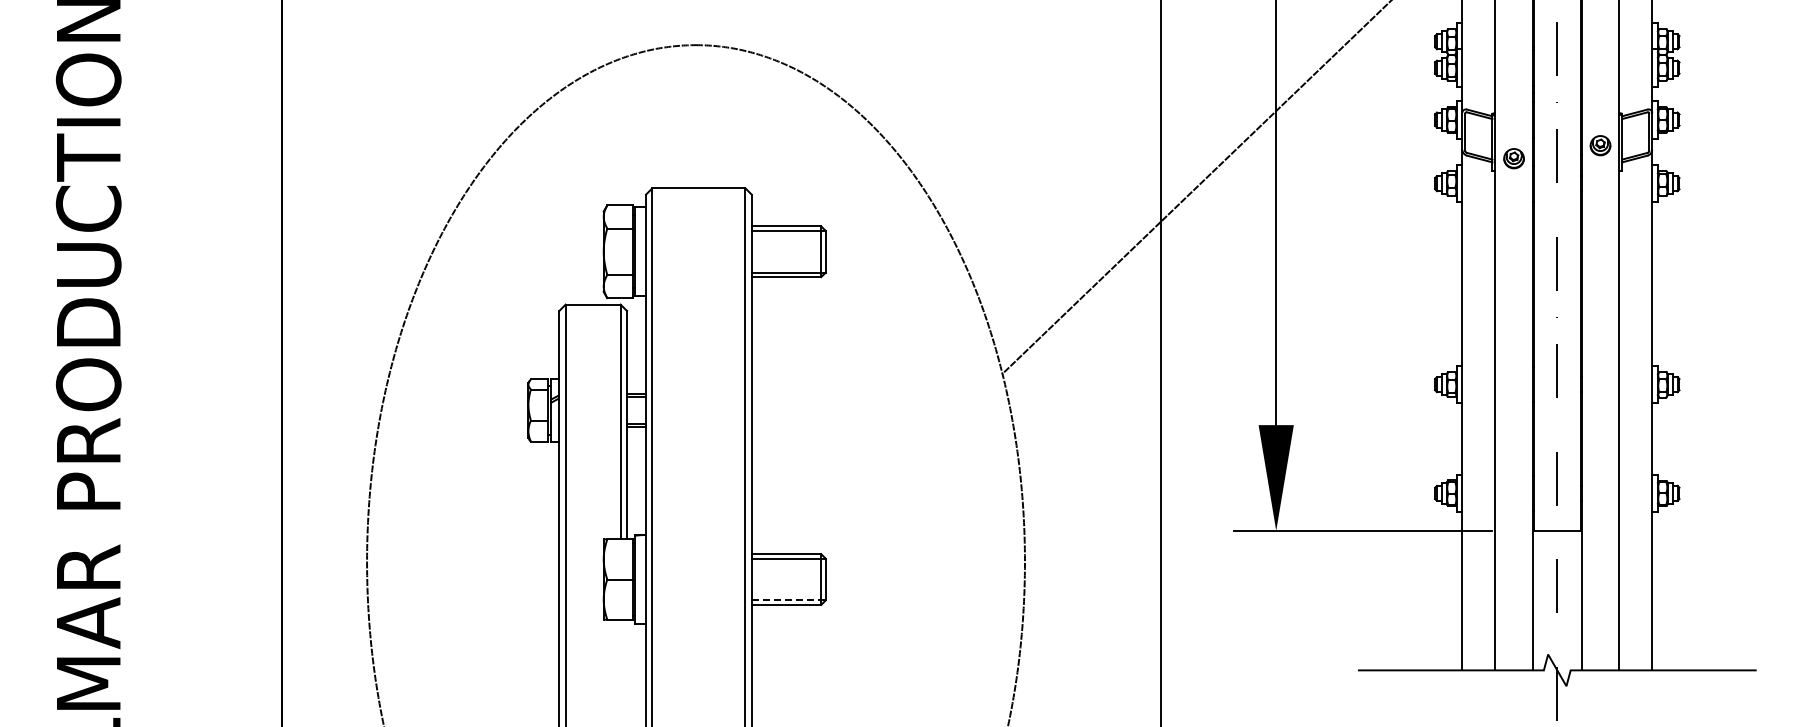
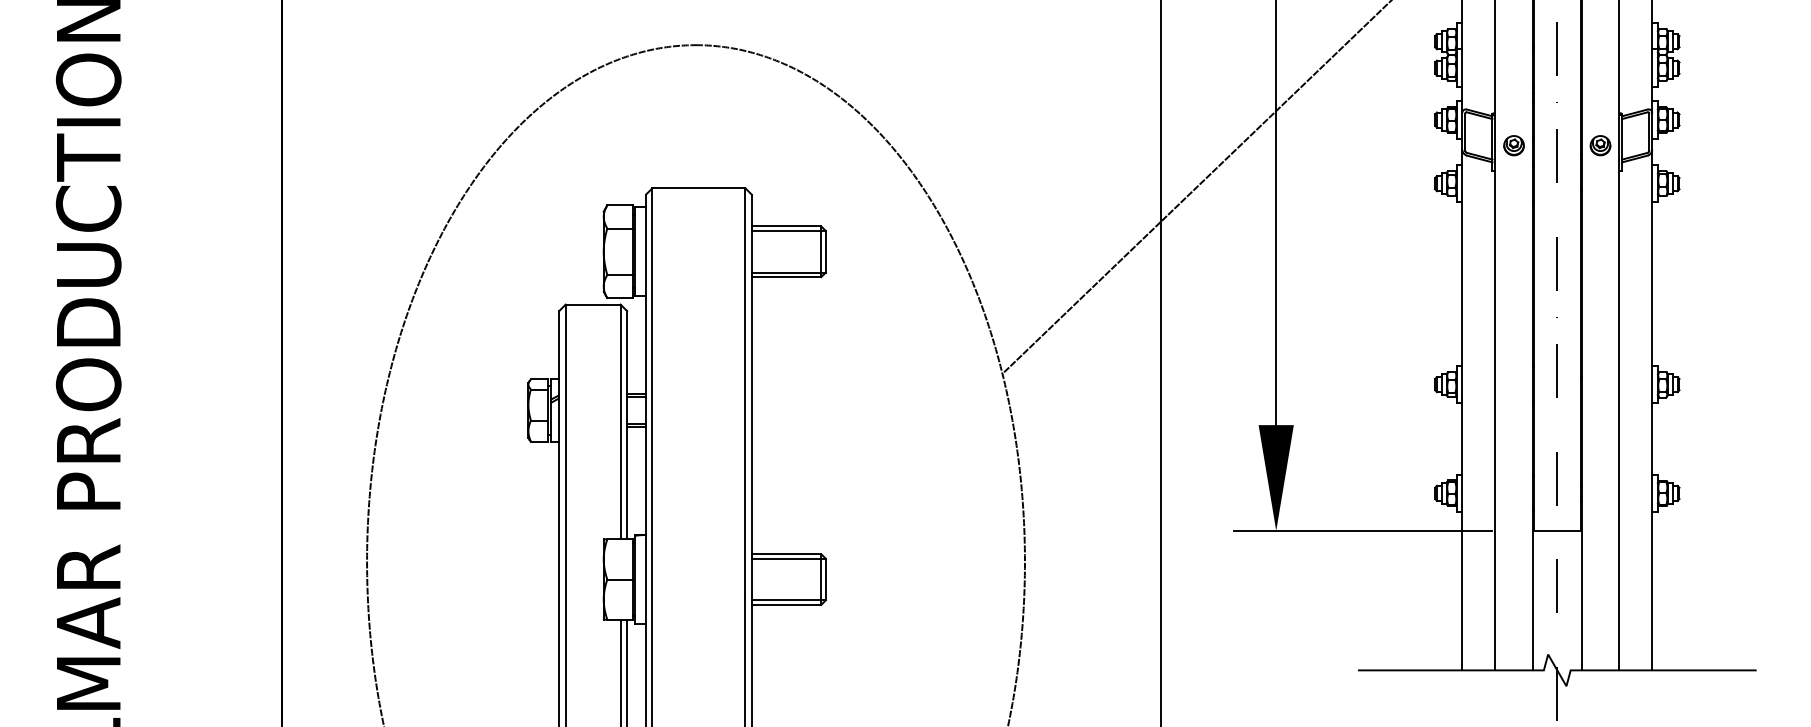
part at (1513, 158) position: (1513, 158) -> (1513, 145)
line at (788, 600): dashed -> solid
line at (620, 671): none -> present
line at (627, 671): none -> present
